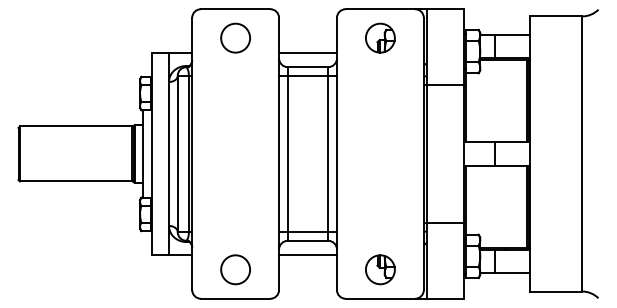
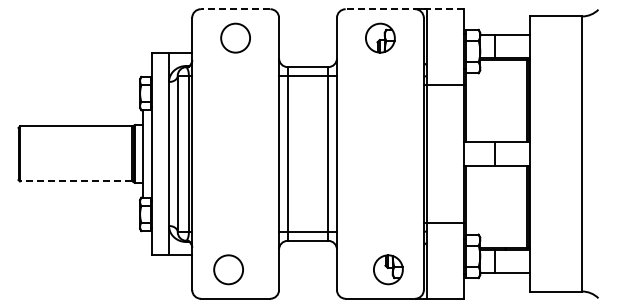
line at (235, 9): solid -> dashed
line at (404, 9): solid -> dashed
line at (307, 52): present -> none
line at (75, 181): solid -> dashed
line at (307, 255): present -> none
circle at (235, 269) position: (235, 269) -> (228, 269)
part at (380, 269) position: (380, 269) -> (388, 269)
